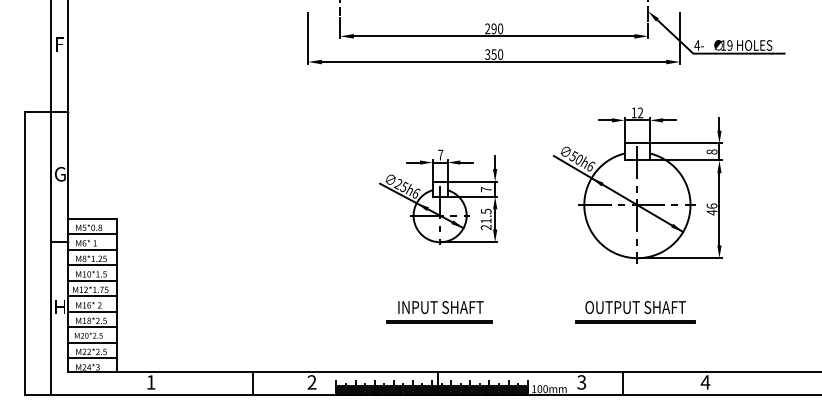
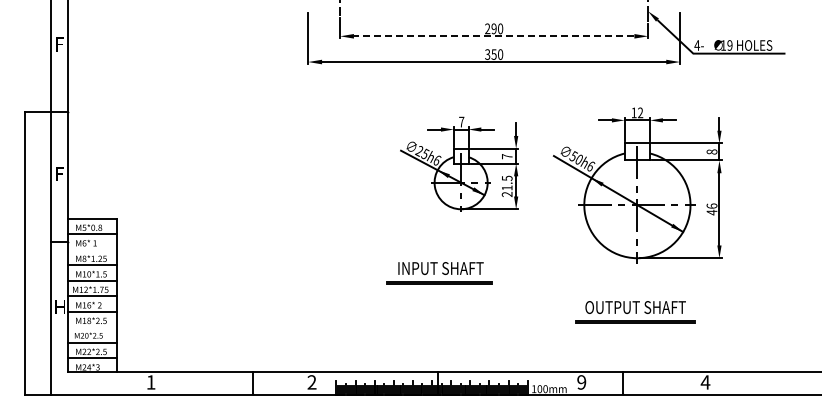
line at (493, 36): solid -> dashed
text at (60, 173): G -> F
part at (438, 196) position: (438, 196) -> (459, 163)
line at (92, 249): present -> none
part at (439, 312) position: (439, 312) -> (439, 273)
line at (92, 327): present -> none
text at (581, 382): 3 -> 9
